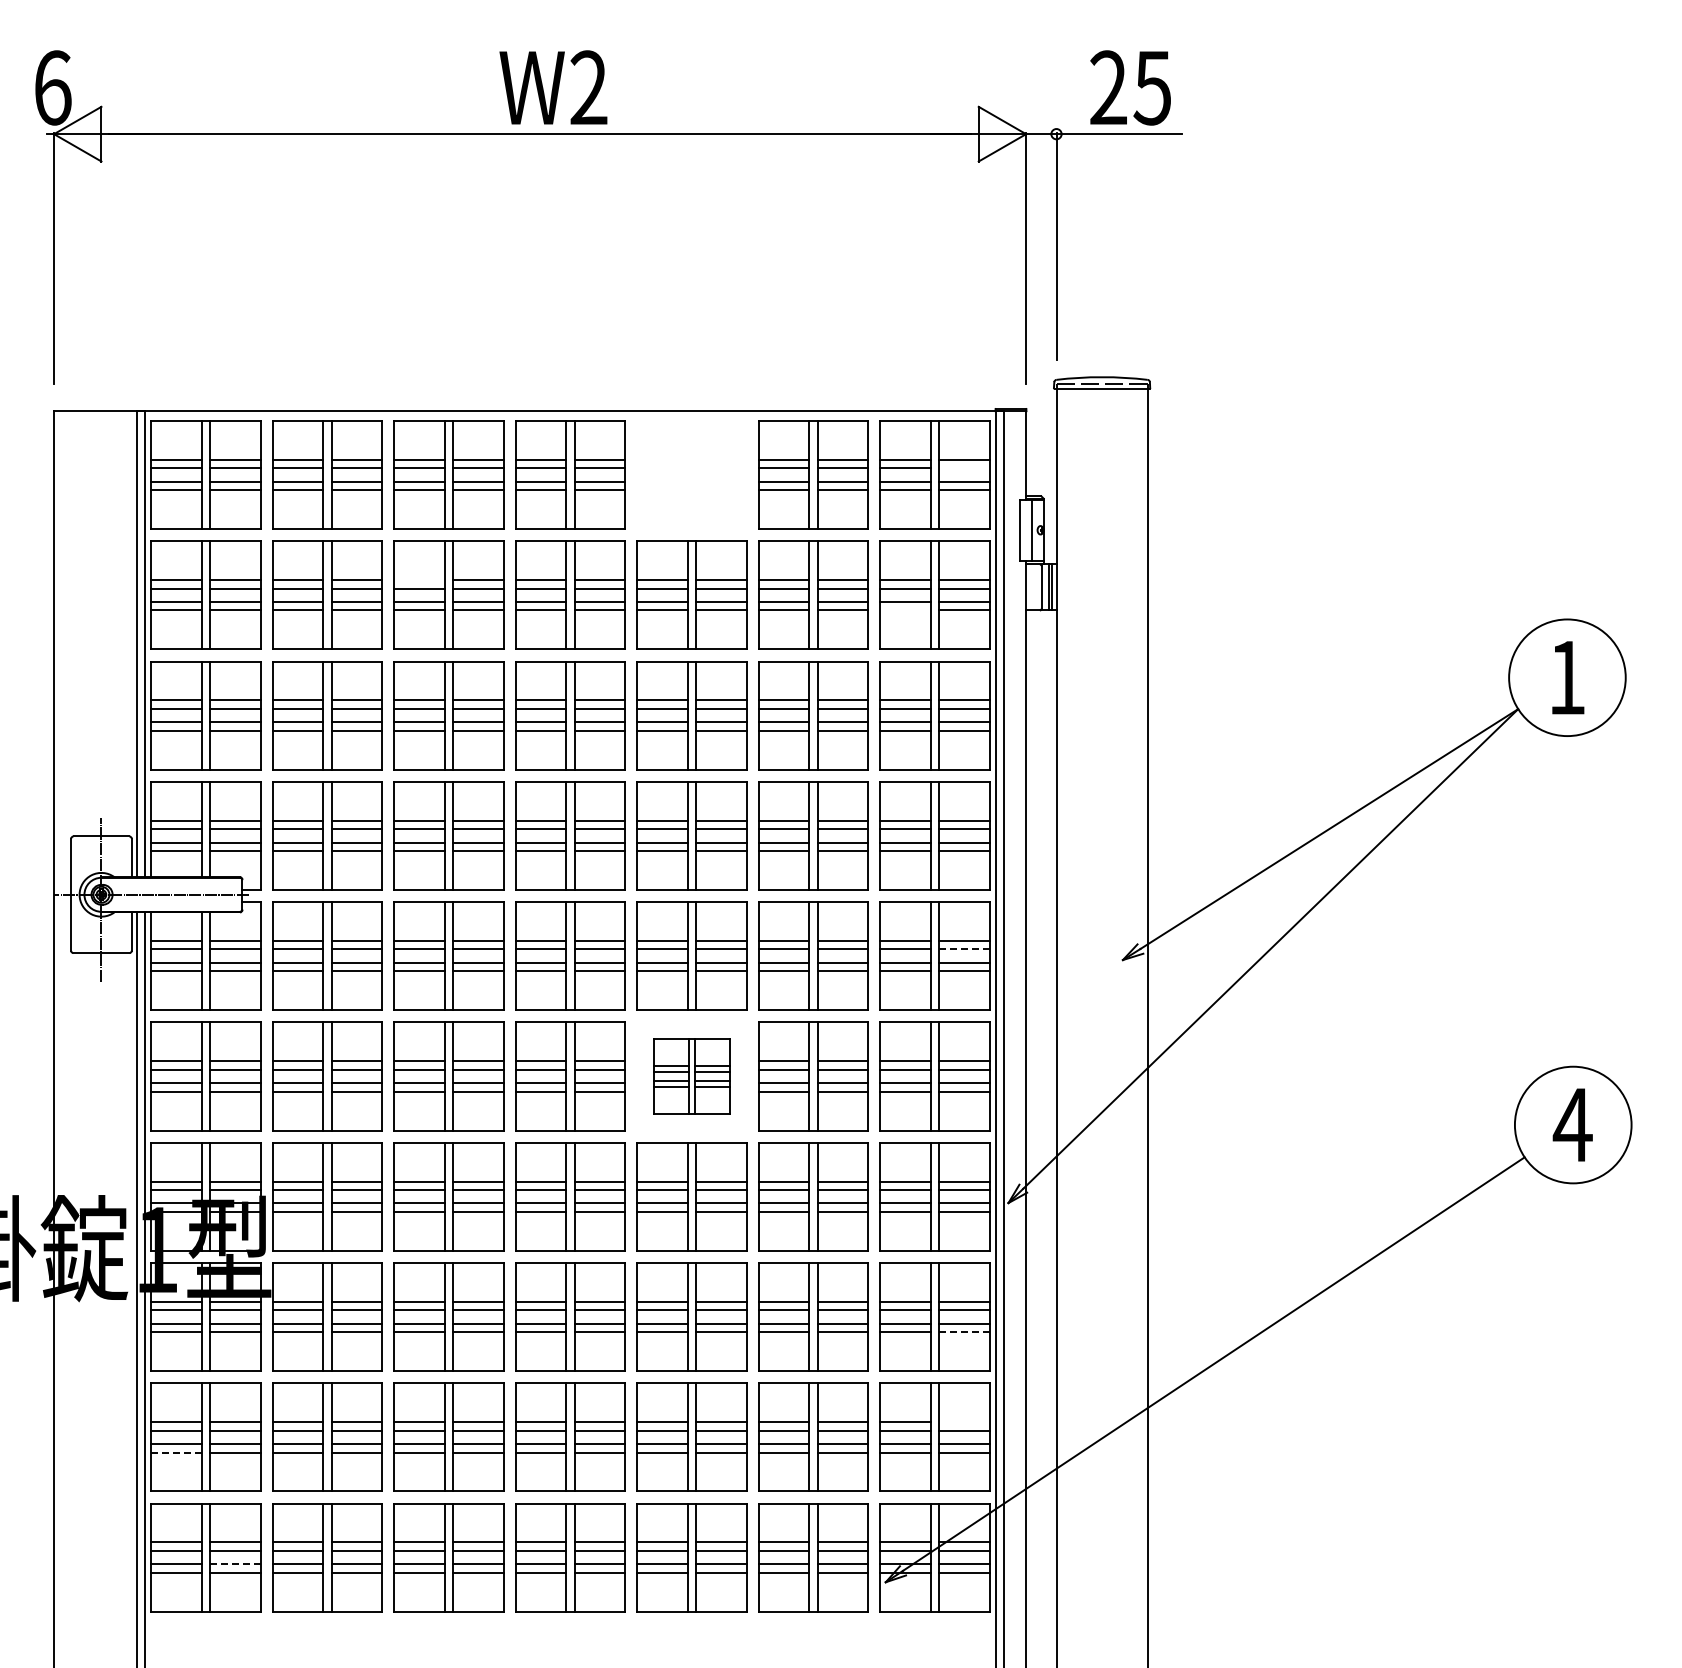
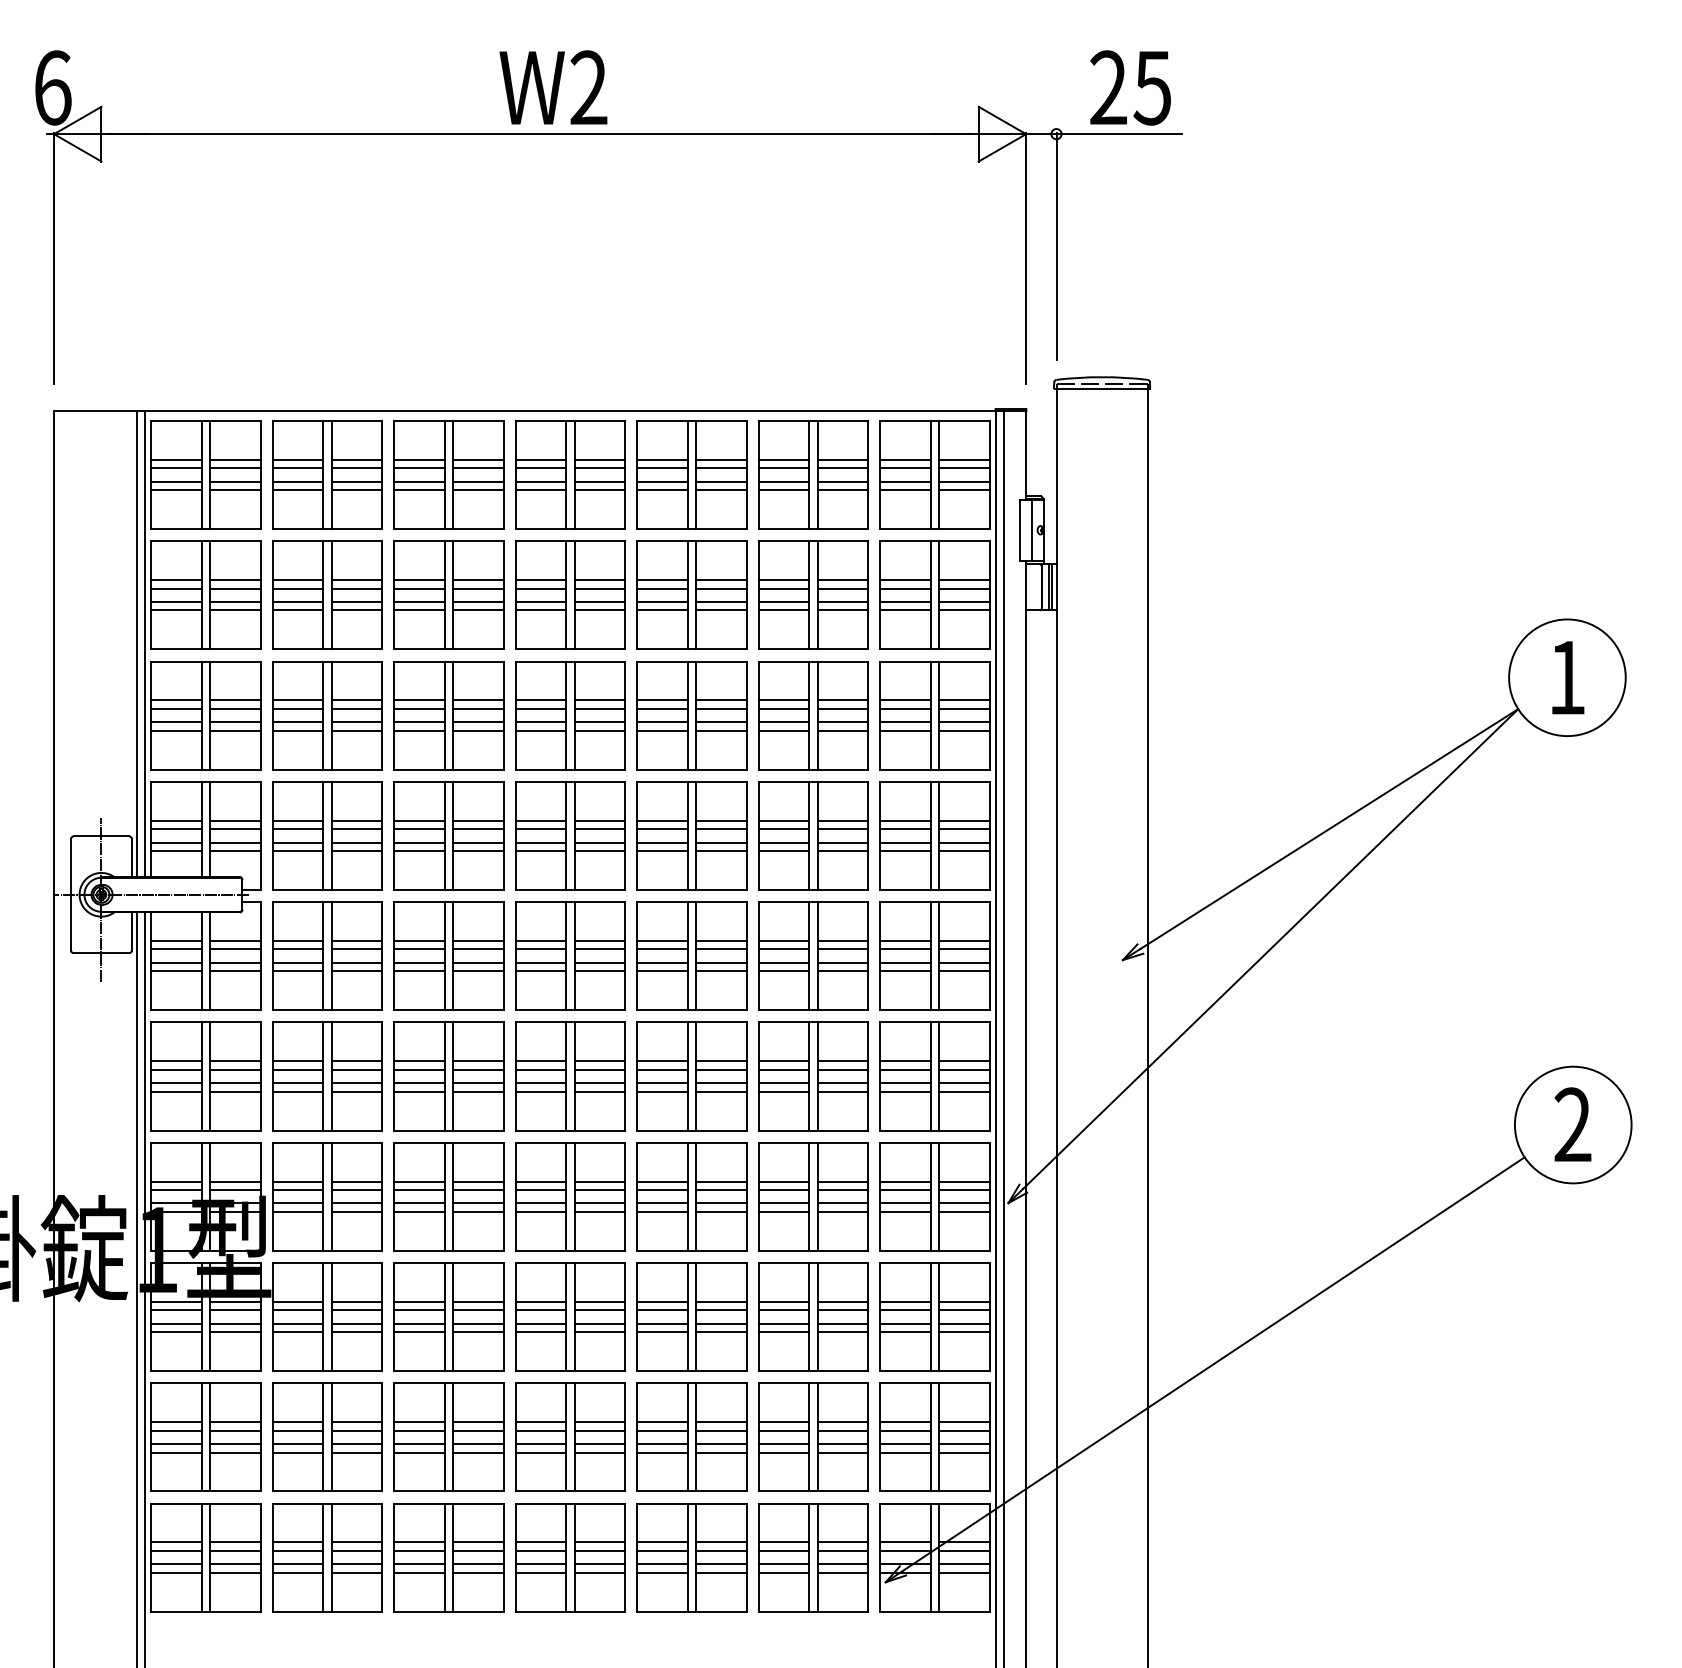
line at (964, 468): none -> present
part at (691, 474): none -> present
line at (419, 580): none -> present
line at (905, 610): none -> present
line at (963, 949): dashed -> solid
part at (691, 1076) size: 78x77 px -> 112x111 px
text at (1572, 1124): 4 -> 2
line at (963, 1332): dashed -> solid
line at (964, 1422): none -> present
line at (176, 1452): dashed -> solid
line at (235, 1564): dashed -> solid
